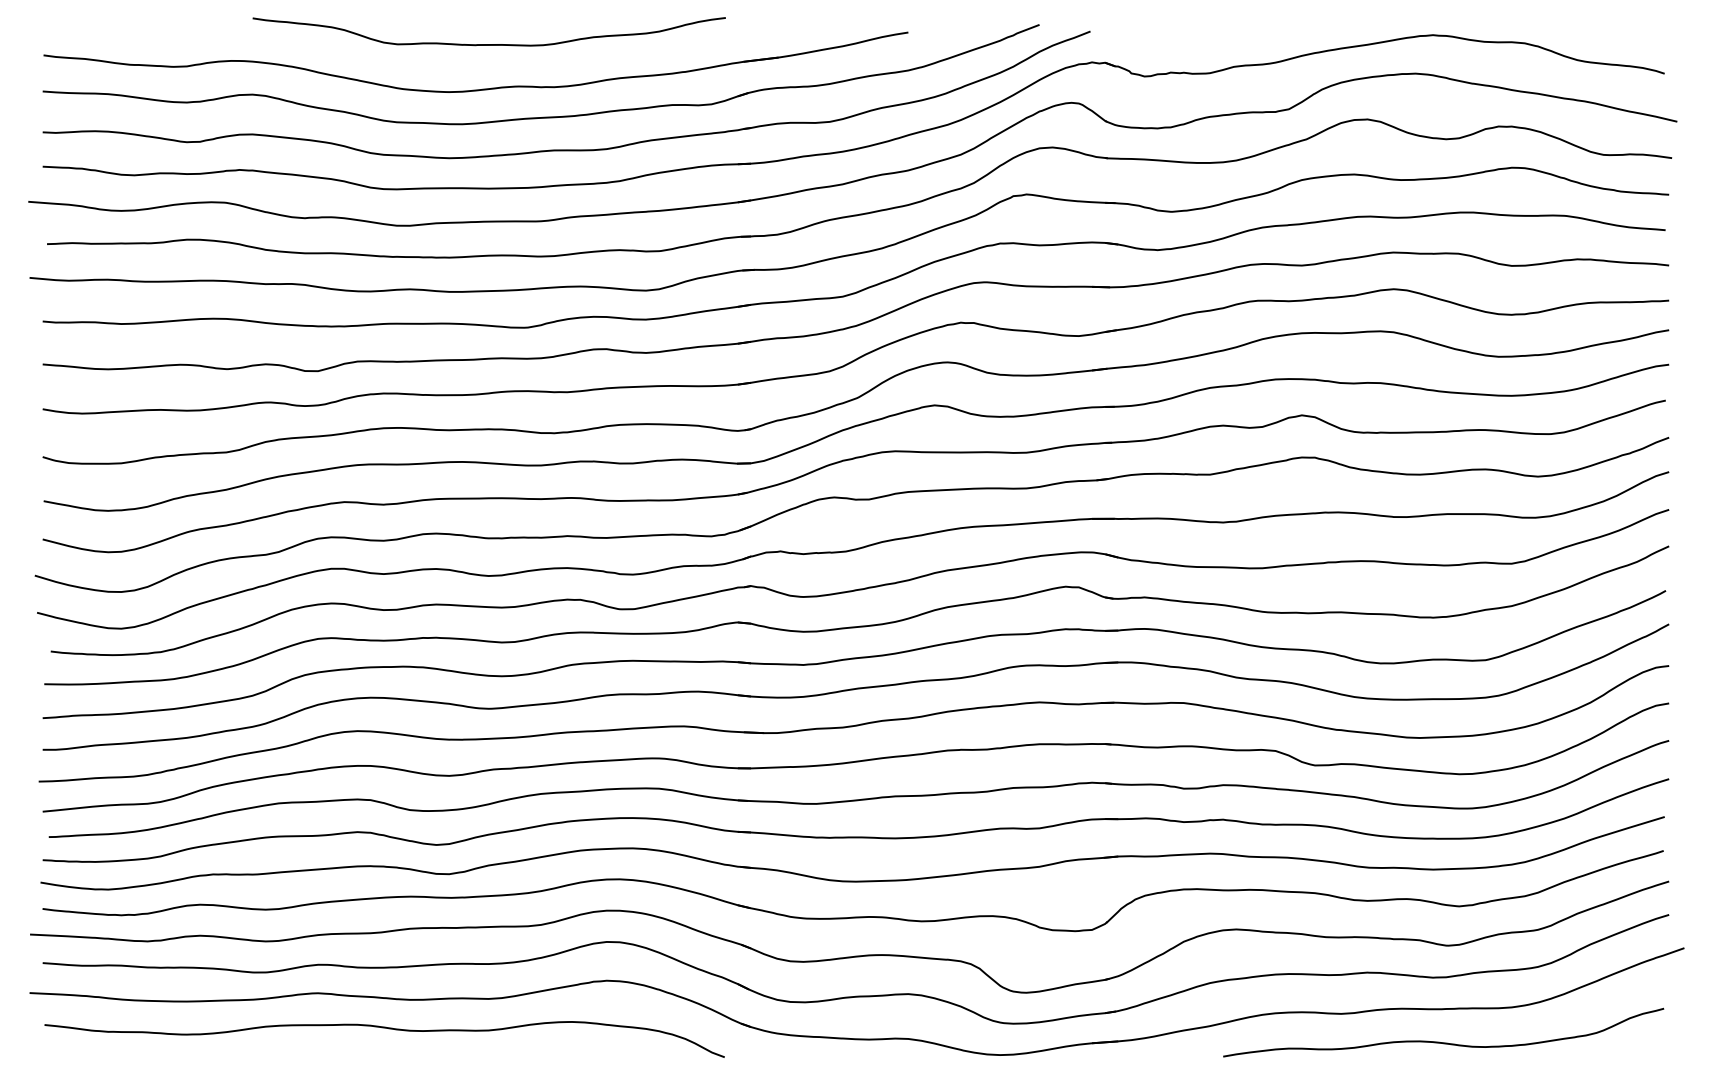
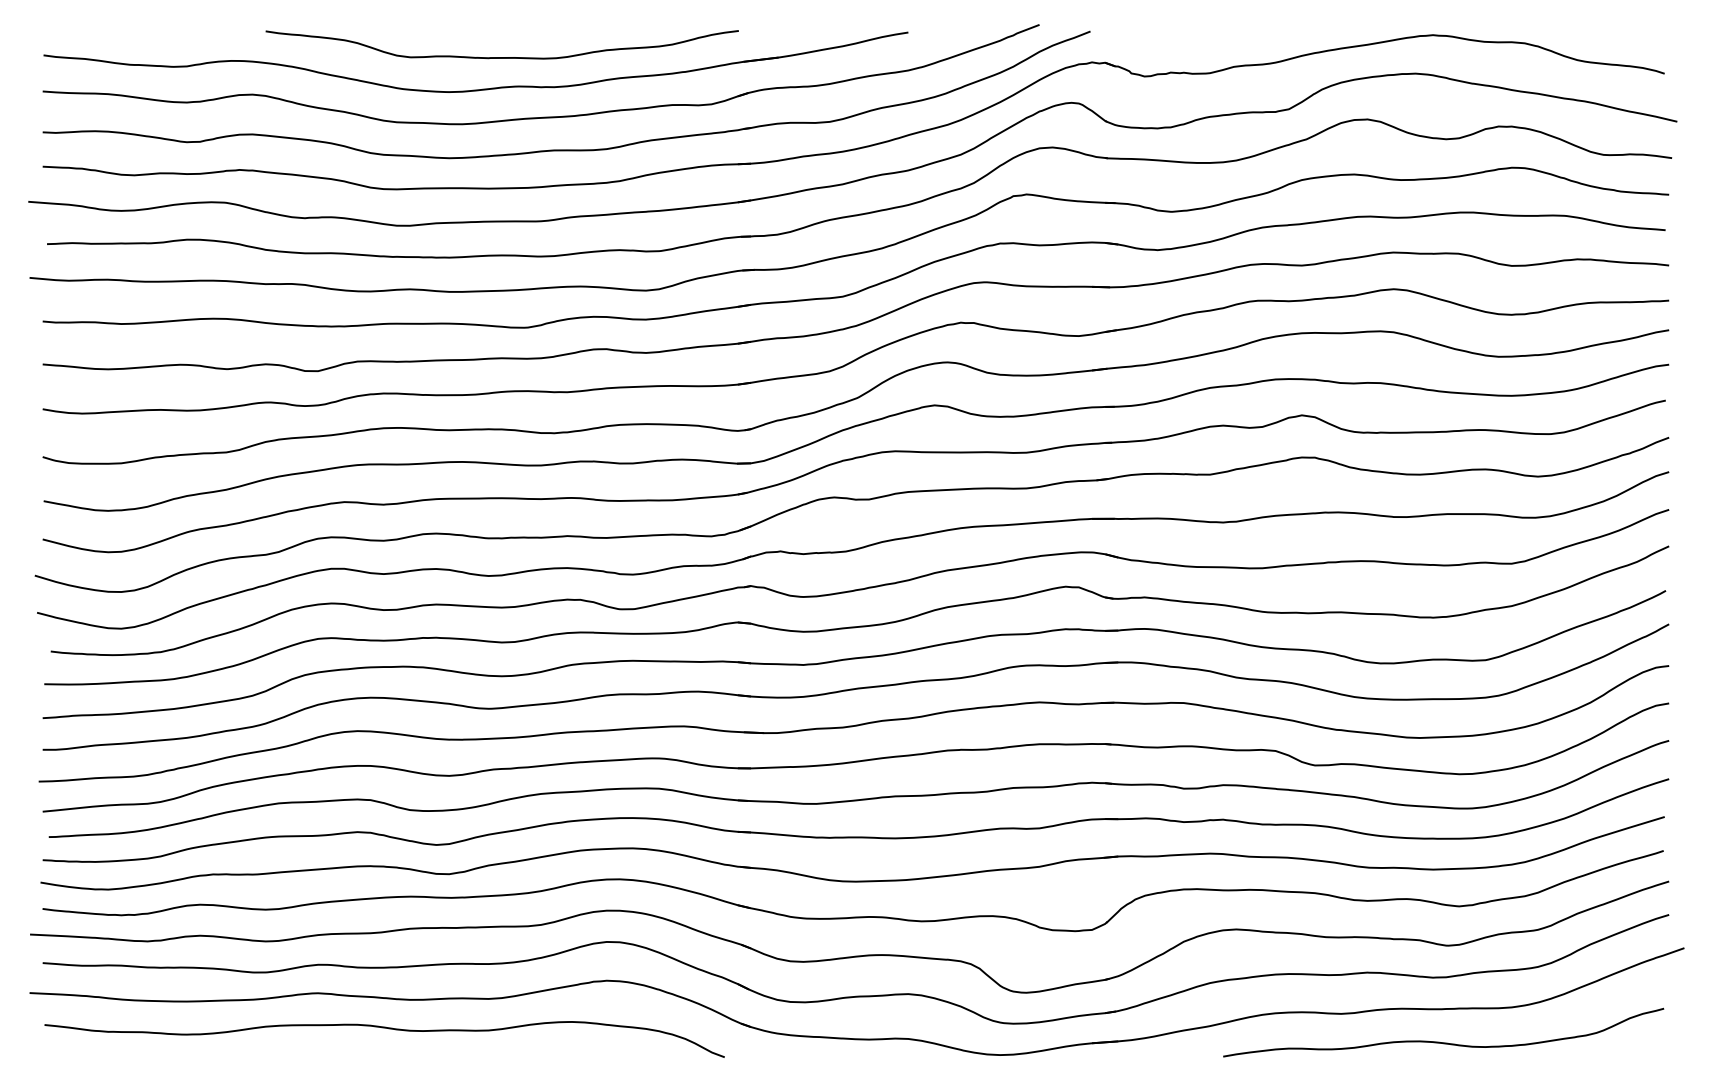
curve at (488, 44) position: (488, 44) -> (501, 57)
